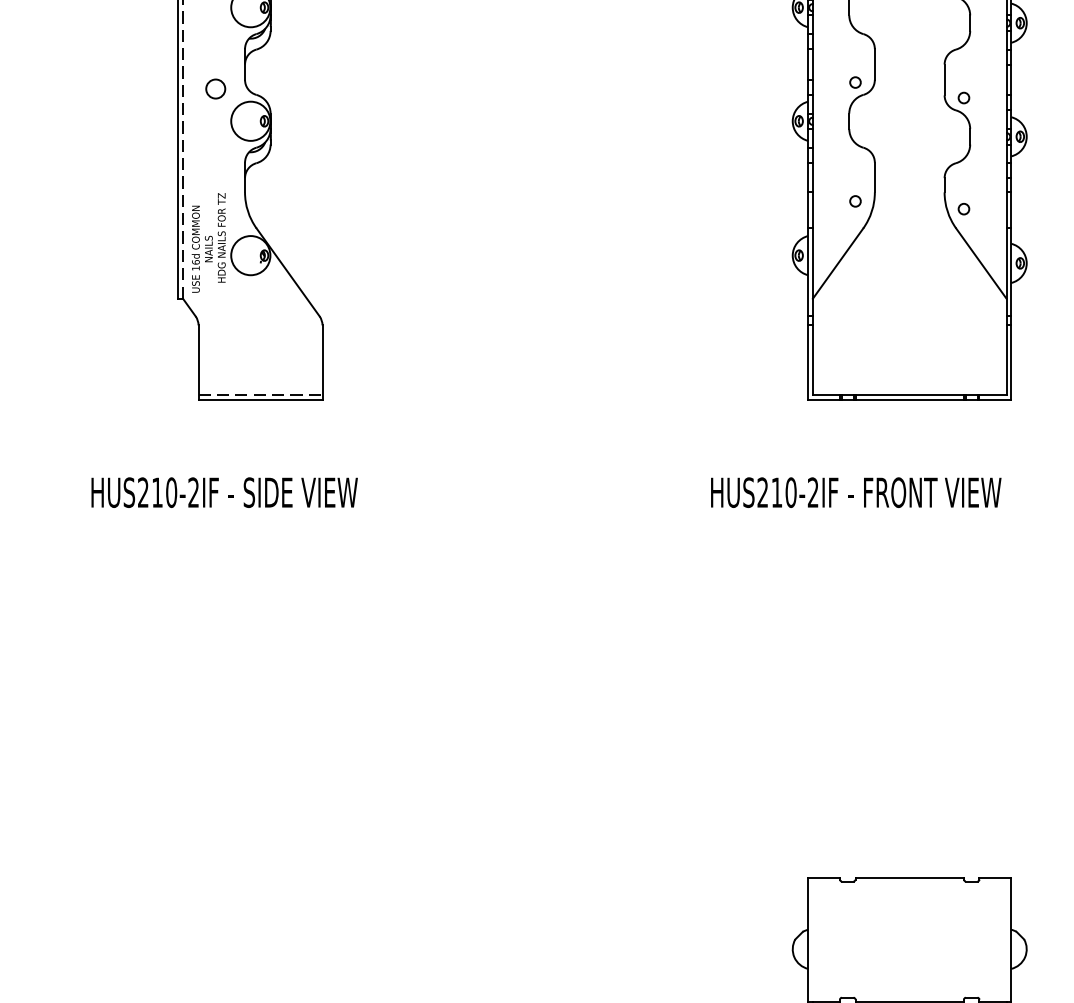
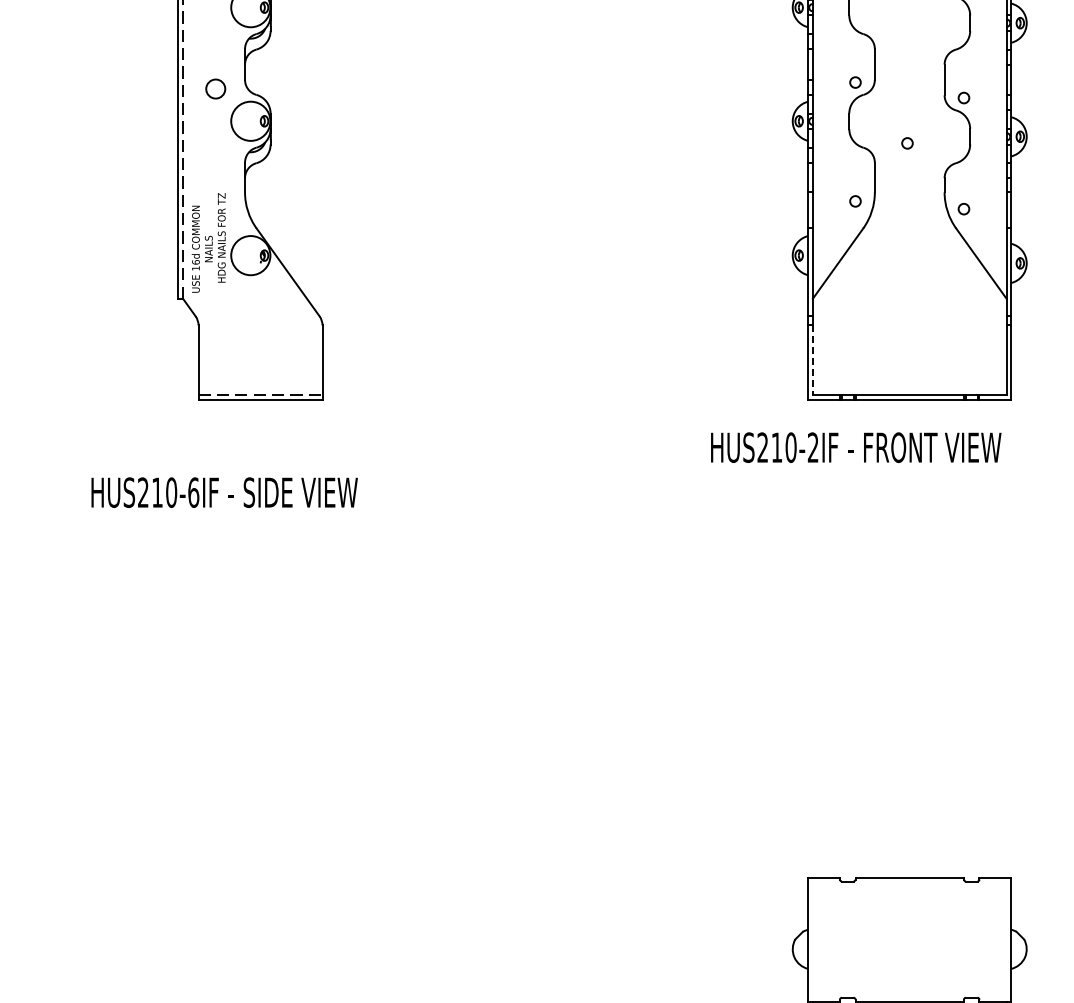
circle at (907, 143): none -> present
line at (812, 360): solid -> dashed
text at (193, 492): HUS210-2IF -> HUS210-6IF
text at (856, 492) position: (856, 492) -> (856, 447)
